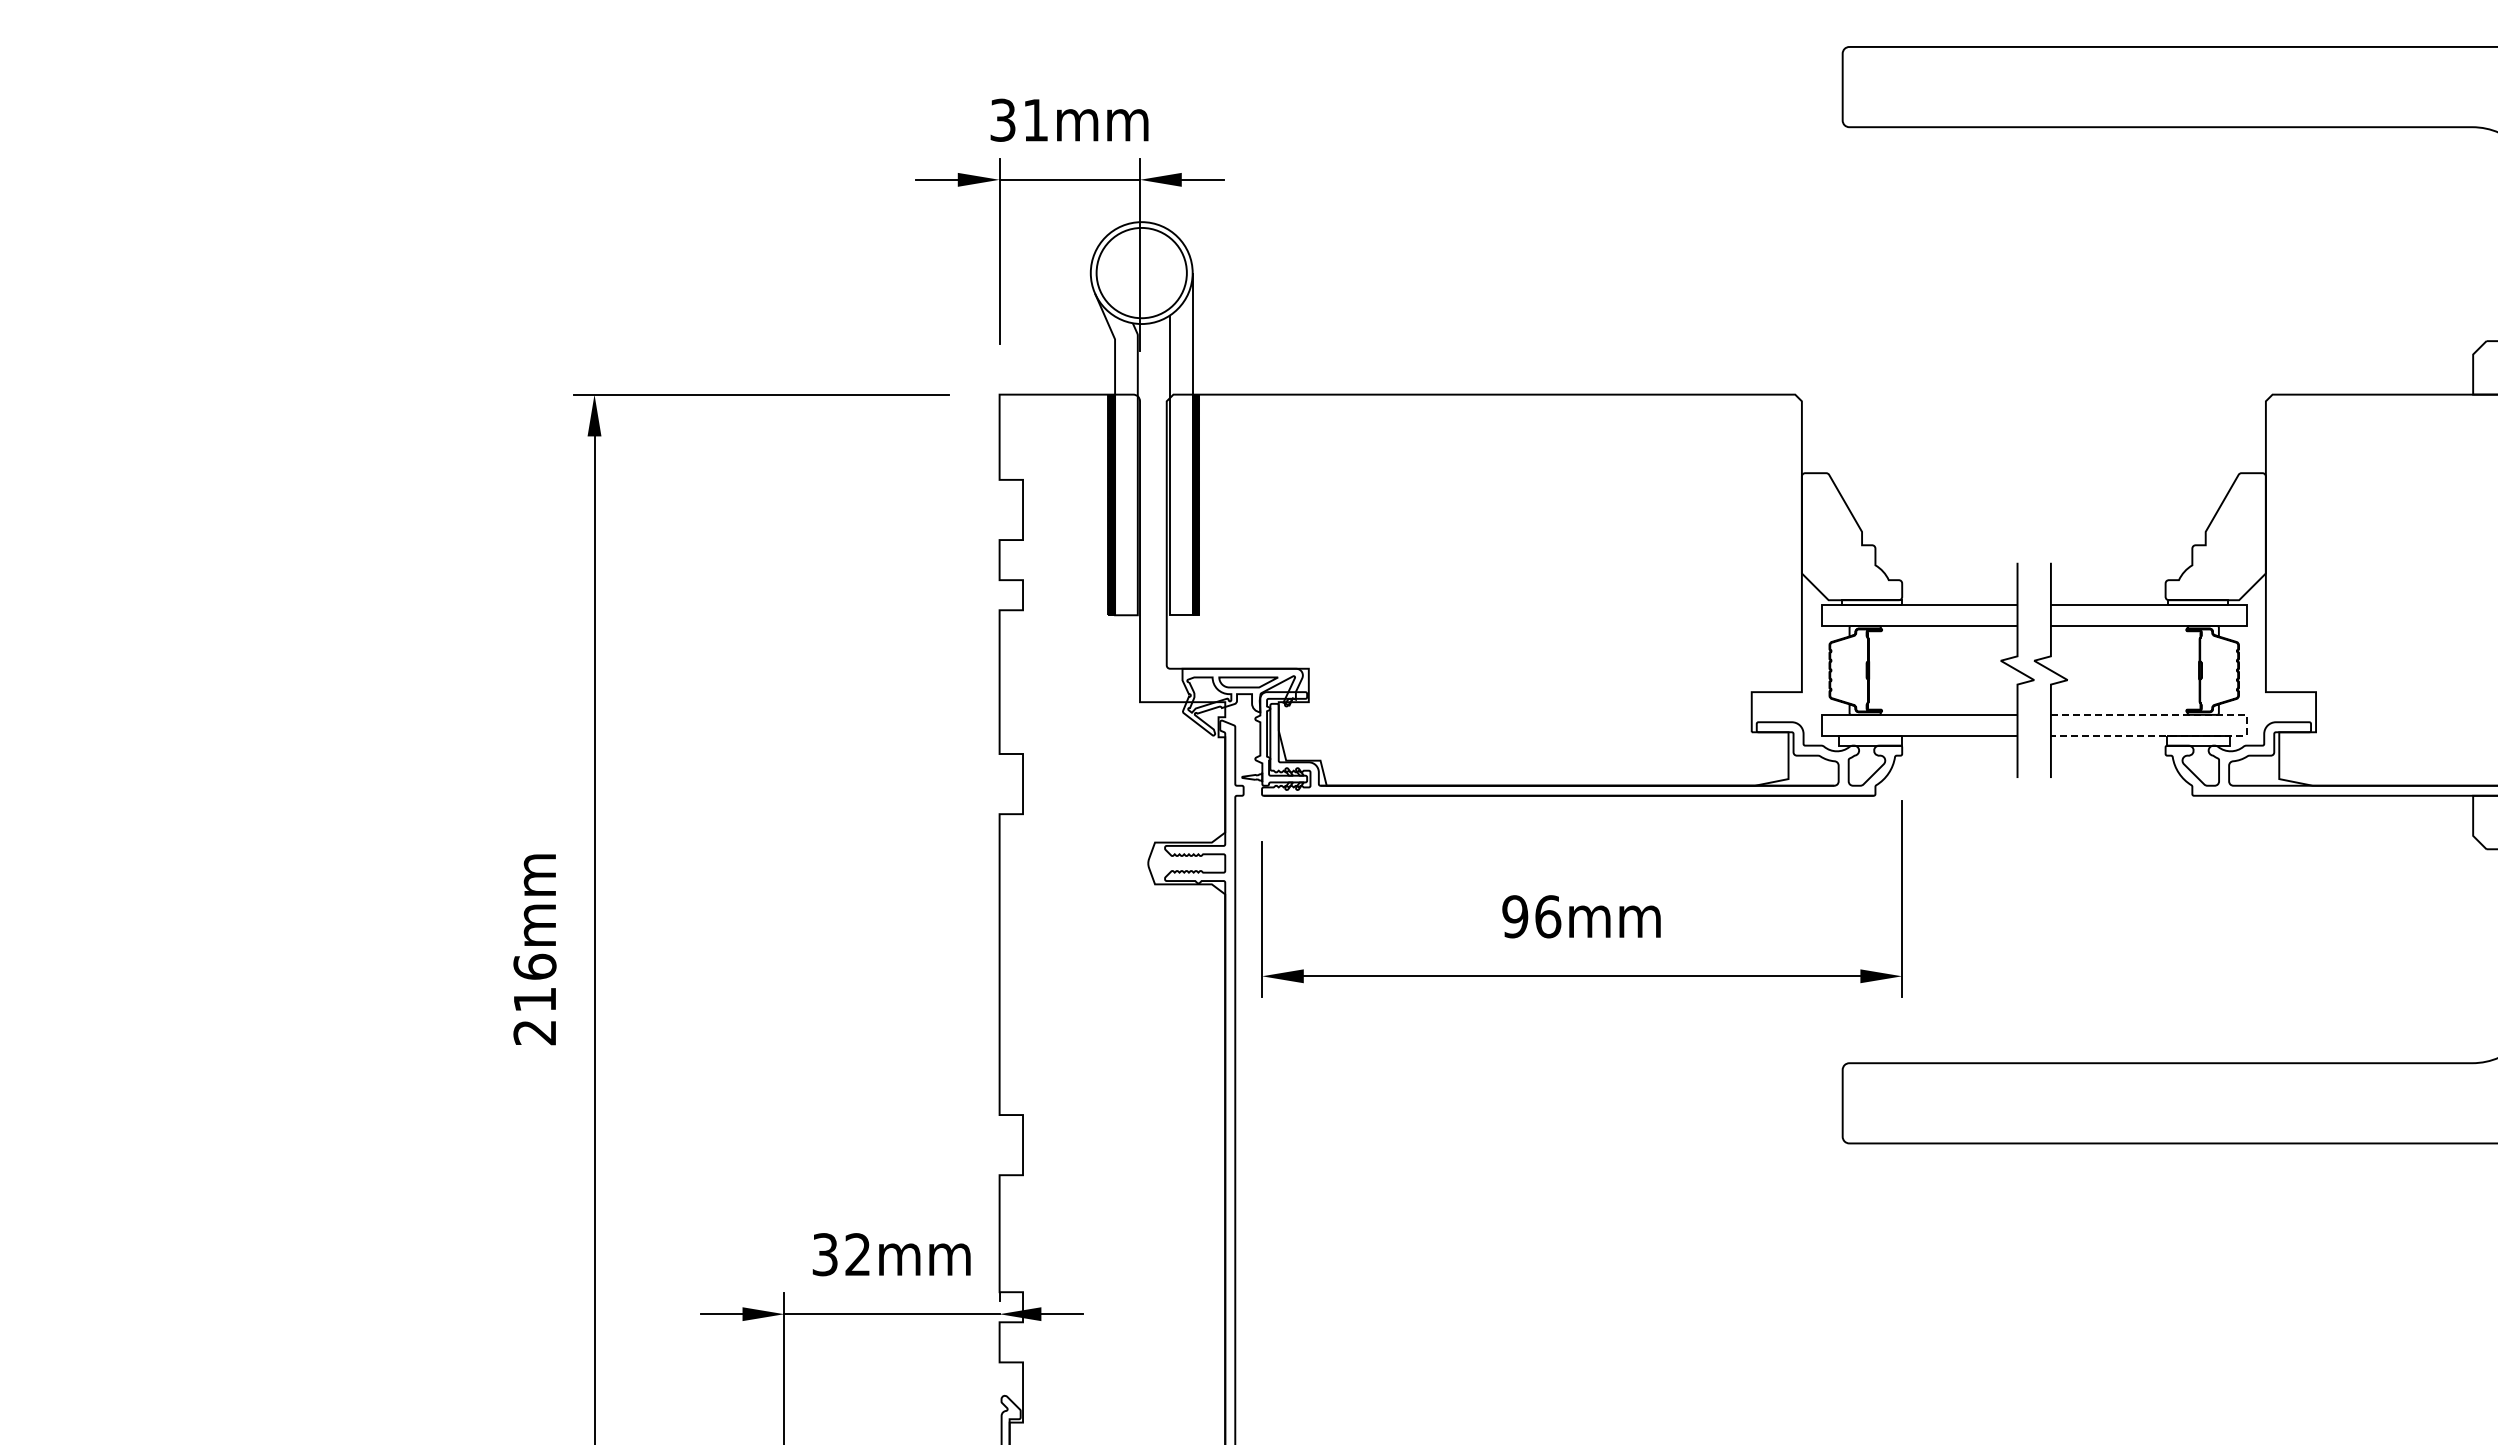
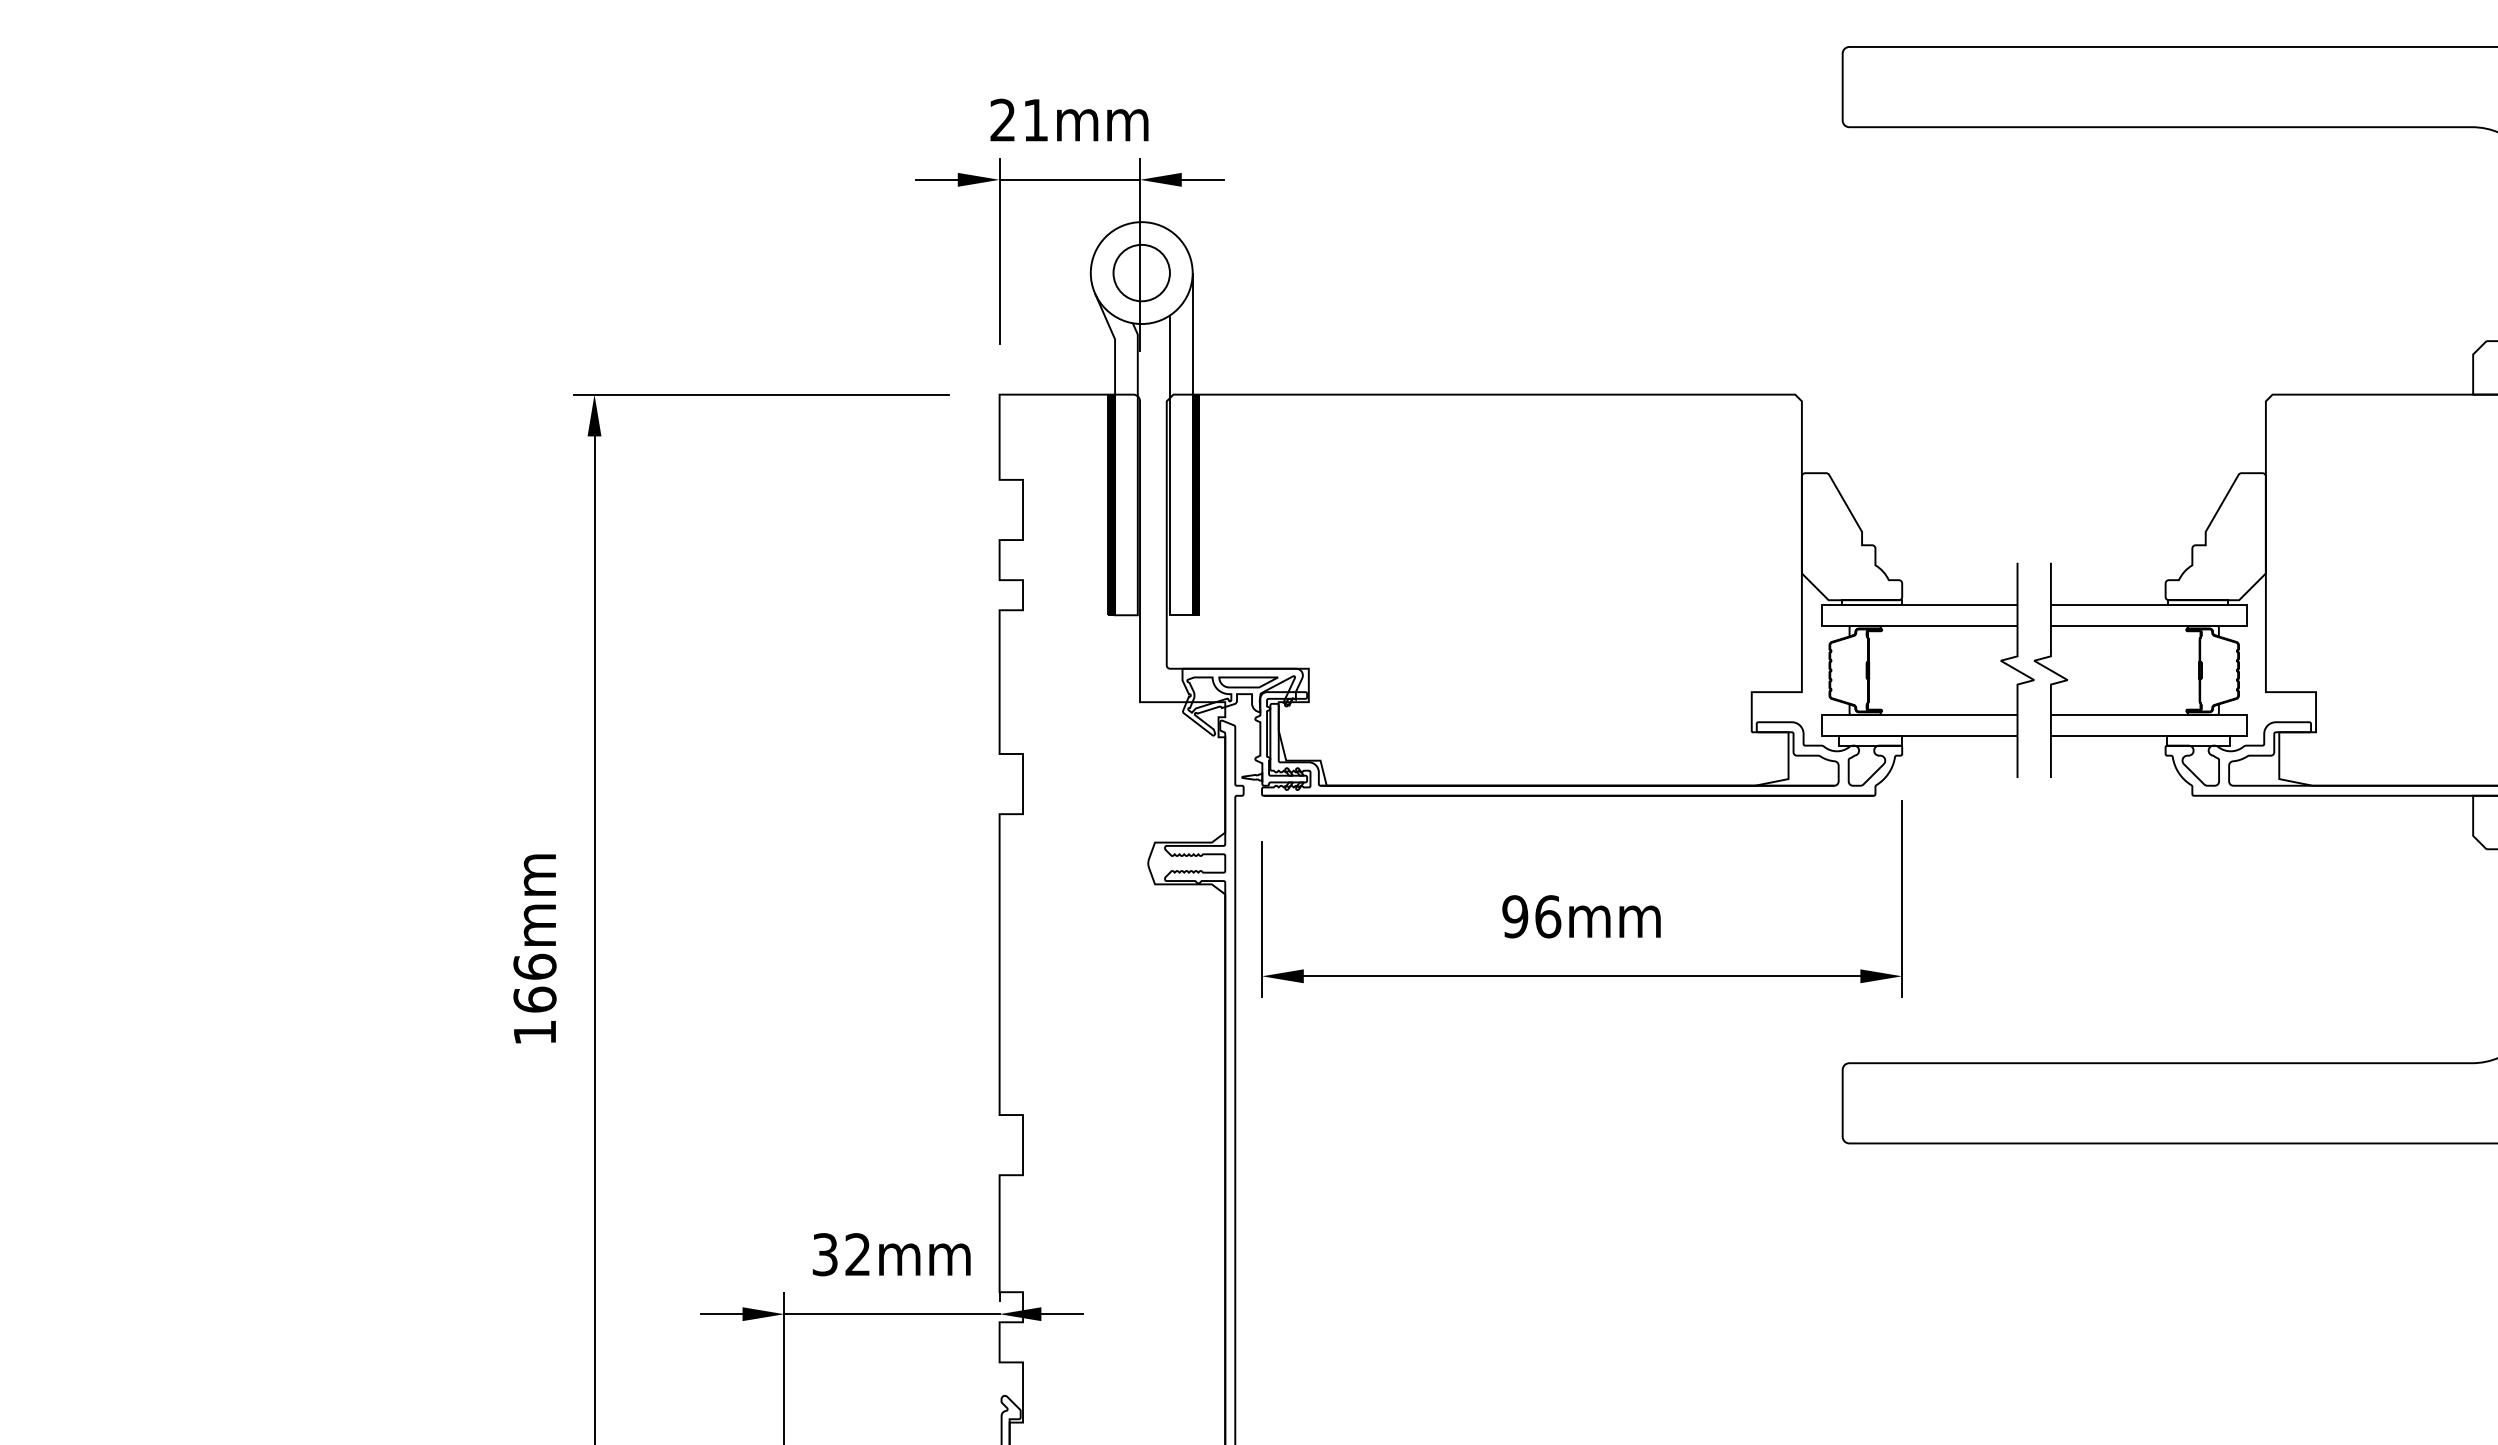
text at (1002, 119): 31mm -> 21mm
circle at (1141, 272) diameter: 90 px -> 56 px
line at (2246, 725): dashed -> solid
text at (534, 1015): 216mm -> 166mm
